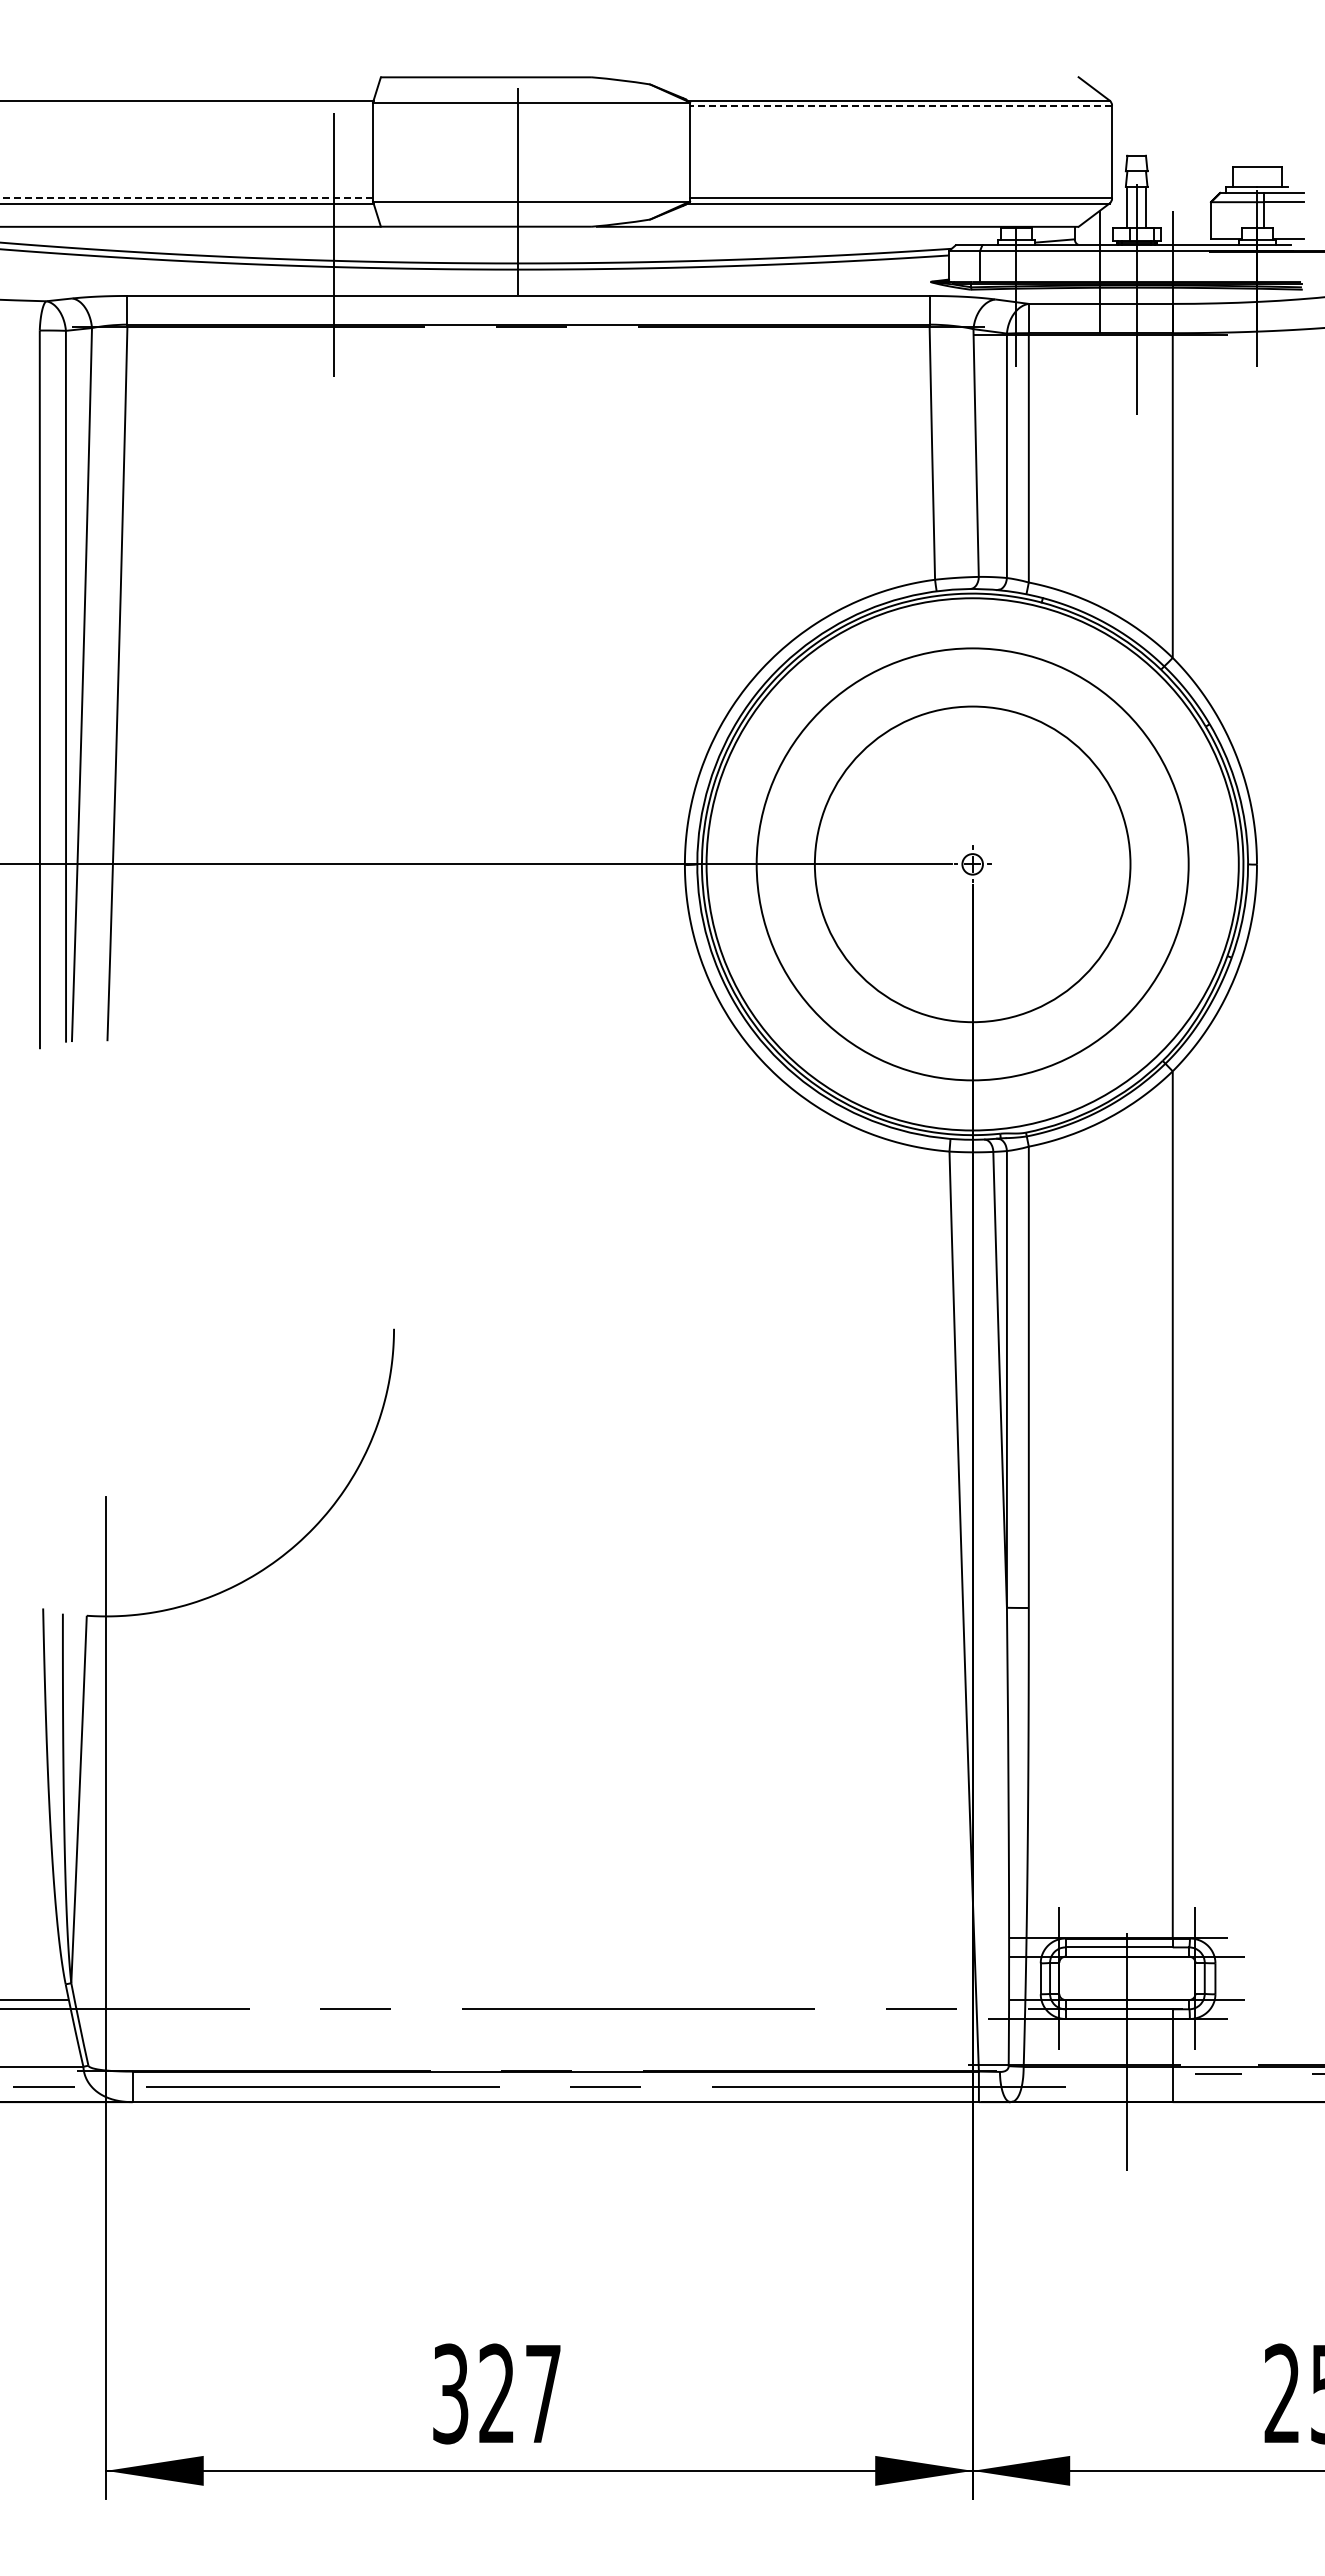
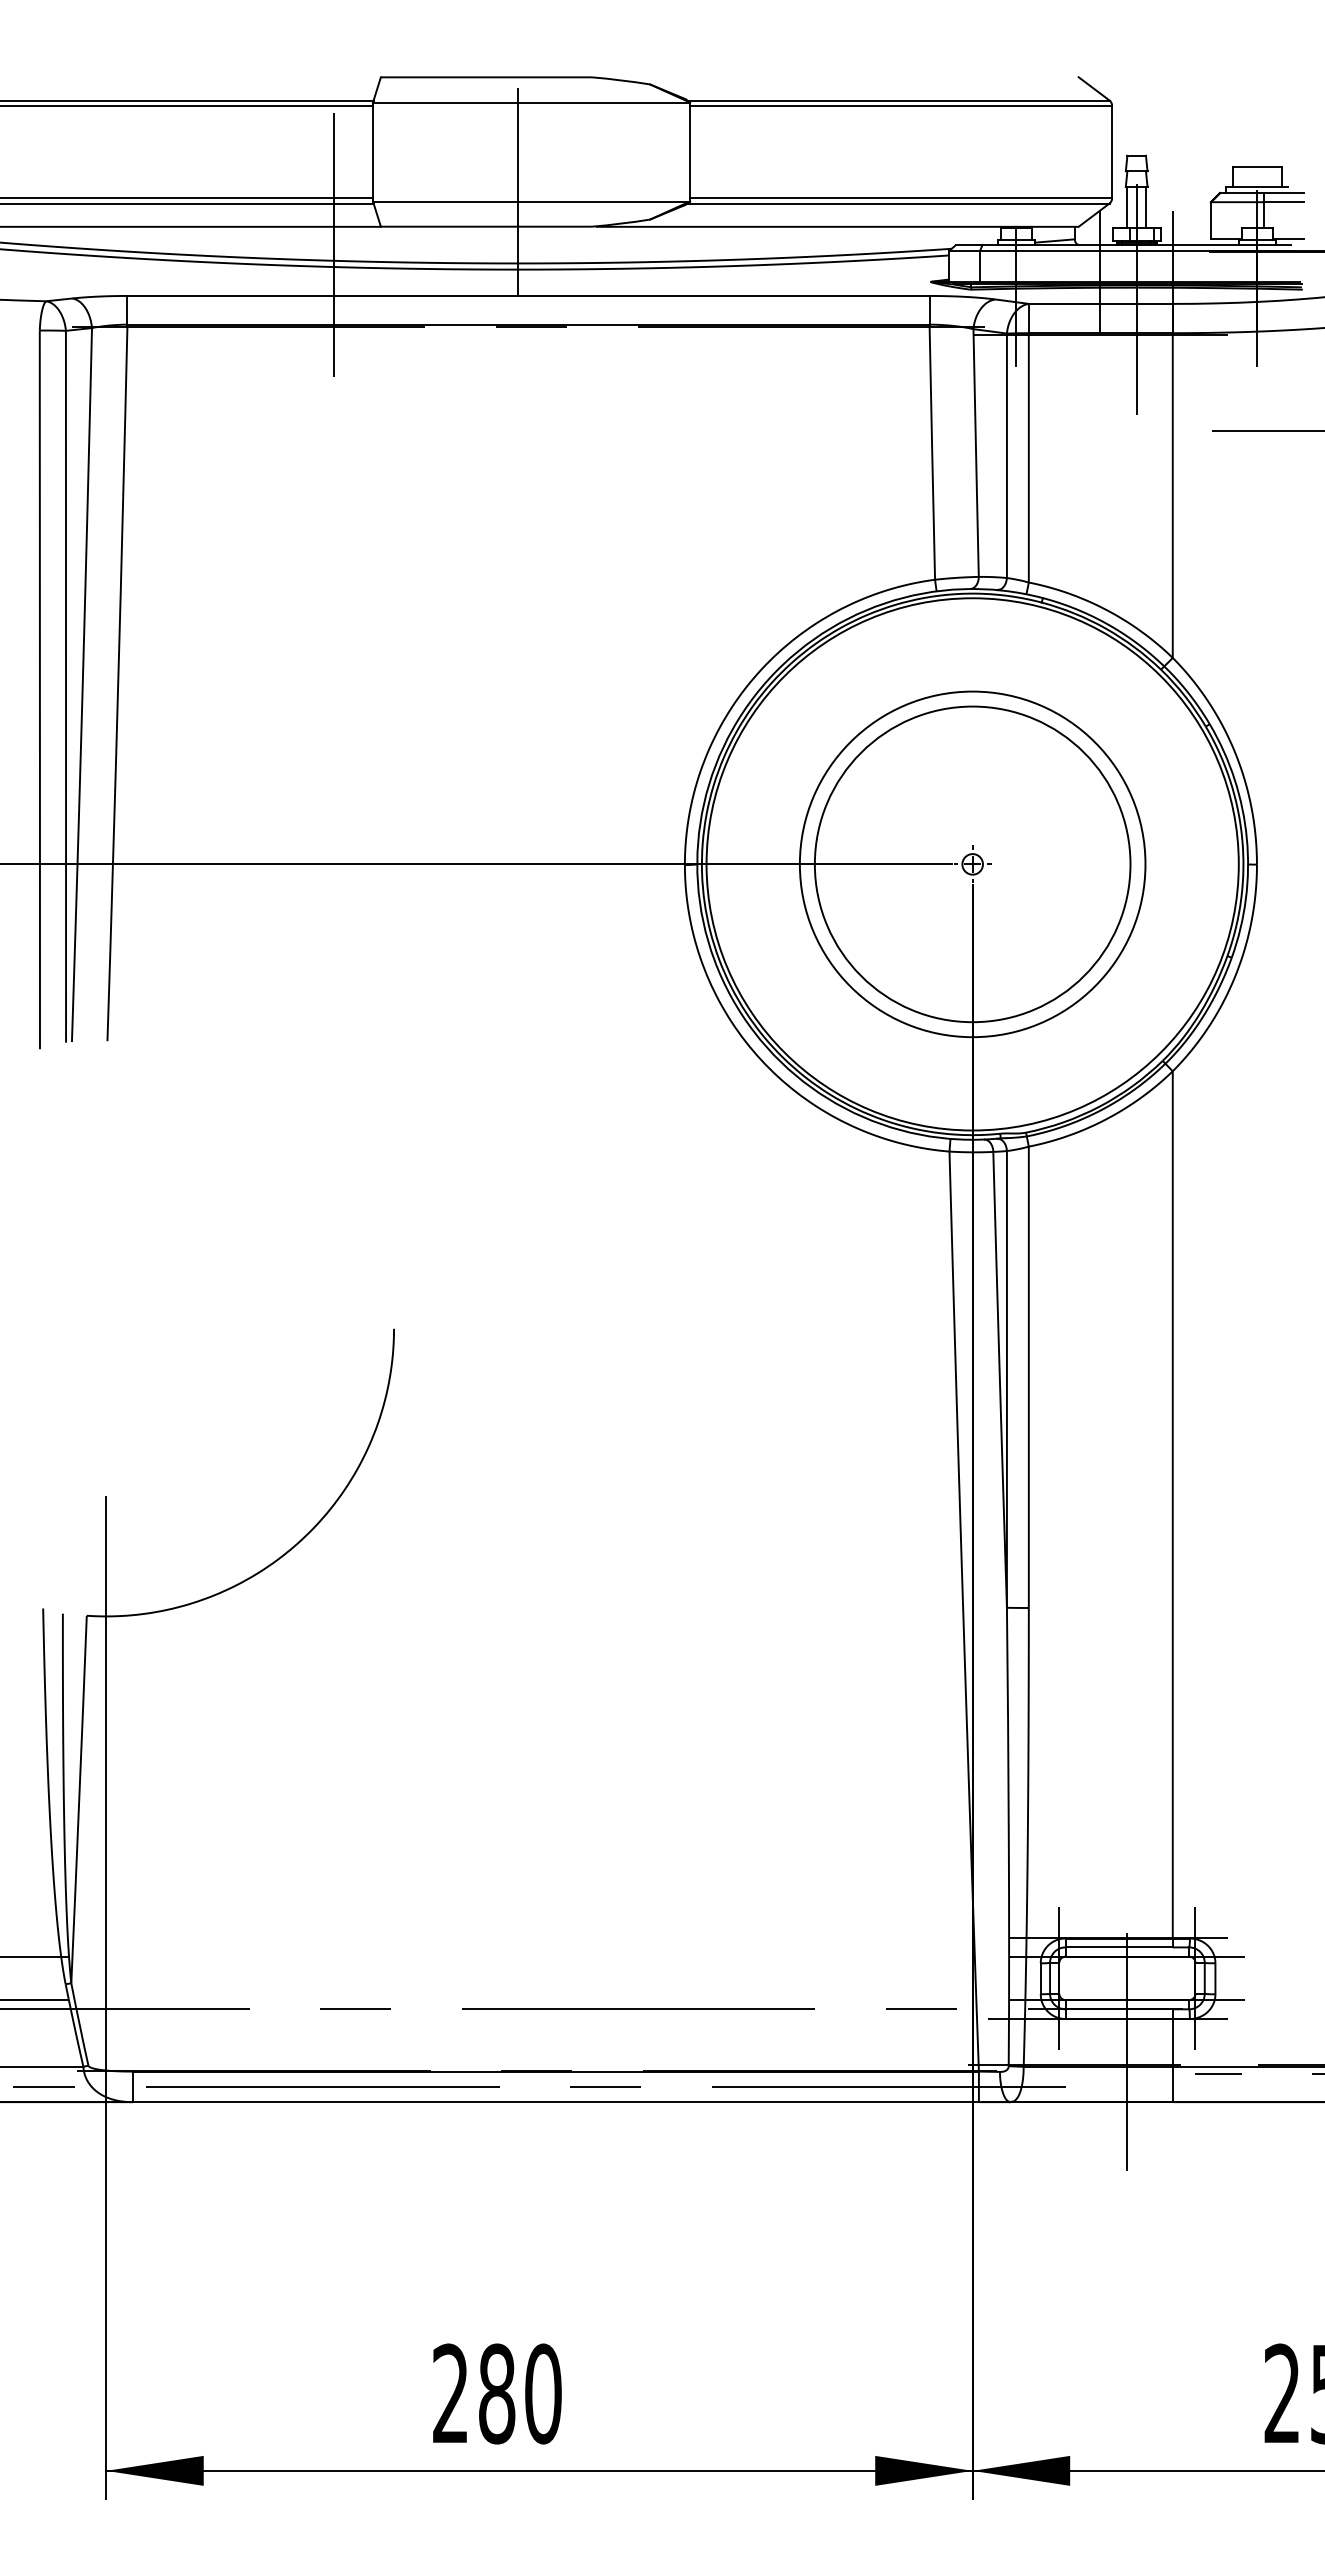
line at (187, 105): none -> present
line at (900, 105): dashed -> solid
line at (186, 198): dashed -> solid
line at (1266, 430): none -> present
circle at (972, 864) diameter: 432 px -> 346 px
line at (35, 1956): none -> present
text at (497, 2393): 327 -> 280
